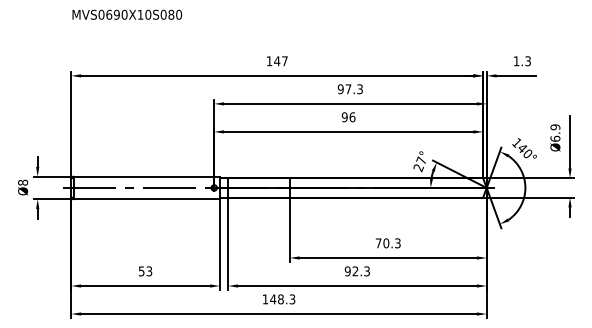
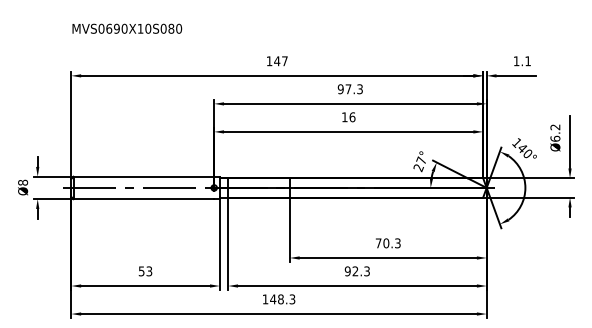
text at (127, 14) position: (127, 14) -> (127, 28)
text at (527, 61): 1.3 -> 1.1
text at (344, 117): 96 -> 16
text at (555, 127): Ø6.9 -> Ø6.2
